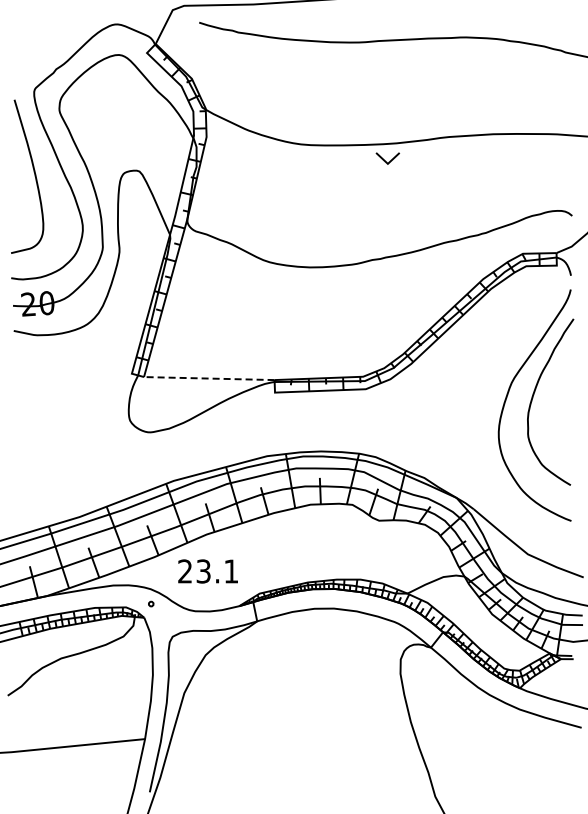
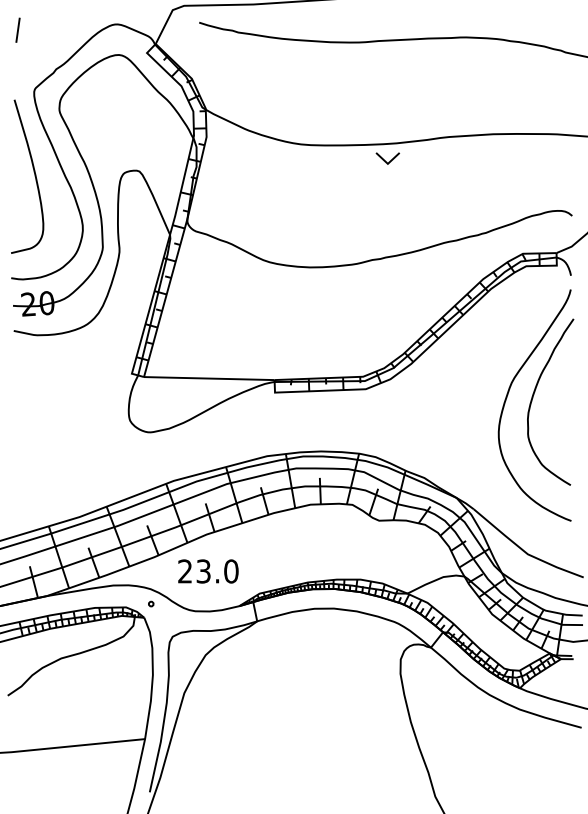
line at (17, 29): none -> present
line at (208, 378): dashed -> solid
text at (231, 571): 23.1 -> 23.0
